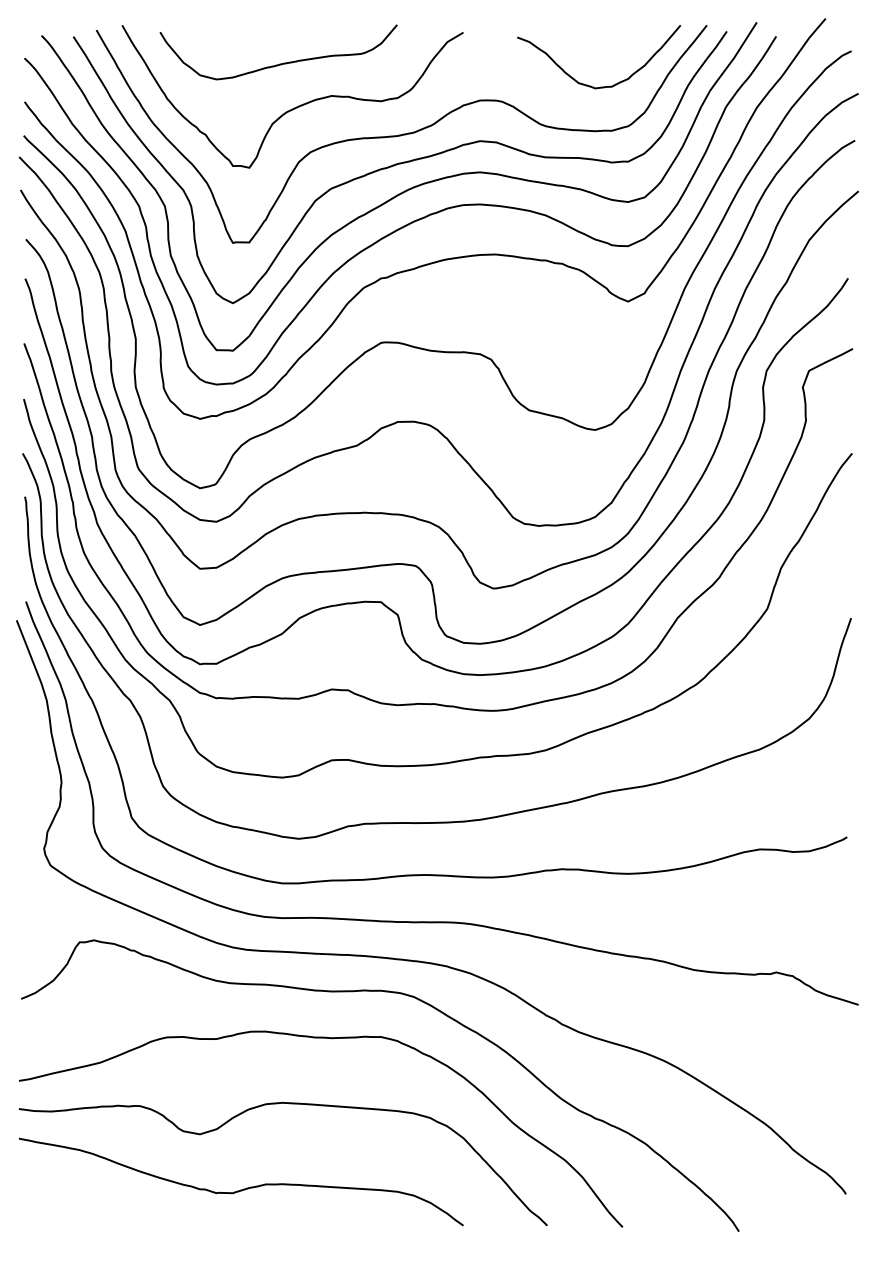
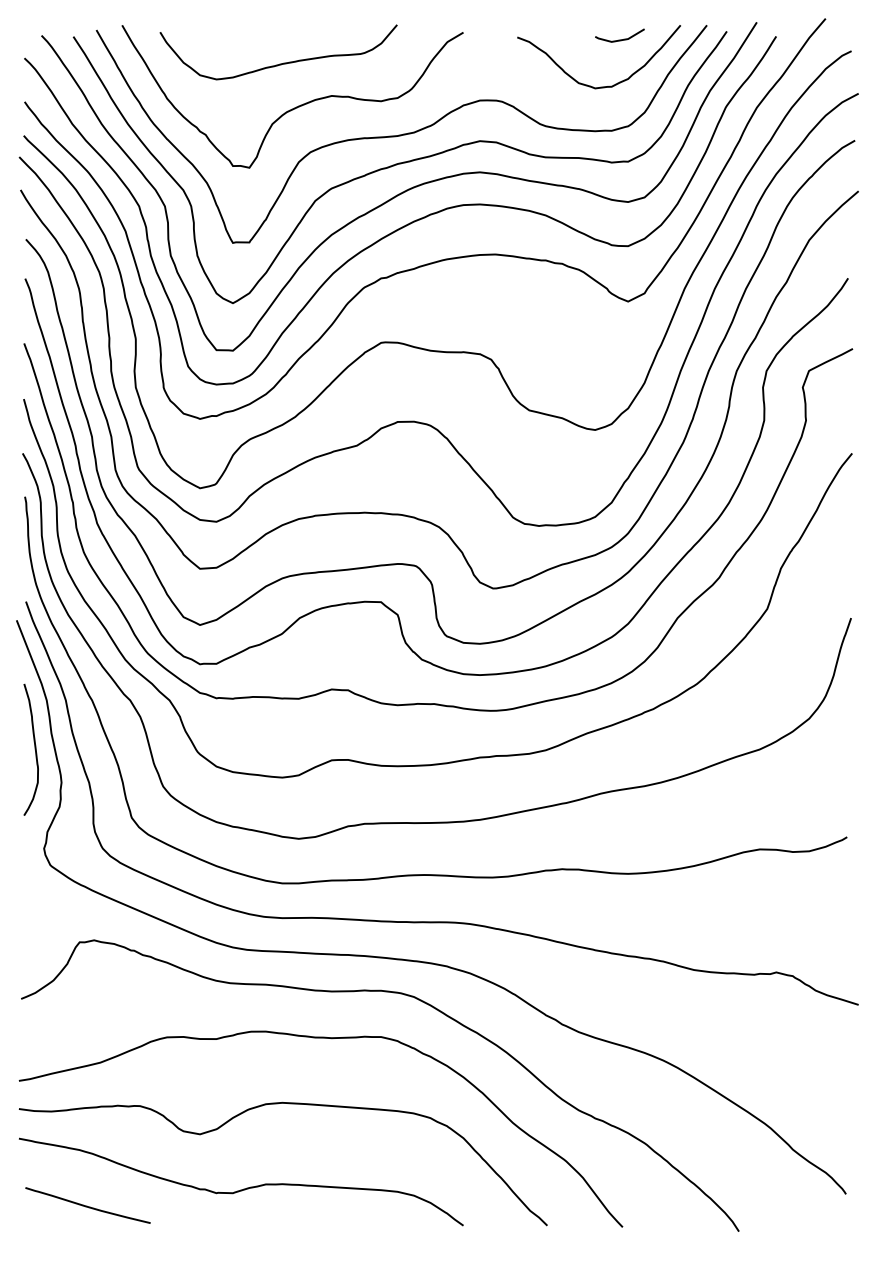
line at (619, 39): none -> present
curve at (34, 749): none -> present
curve at (87, 1205): none -> present
